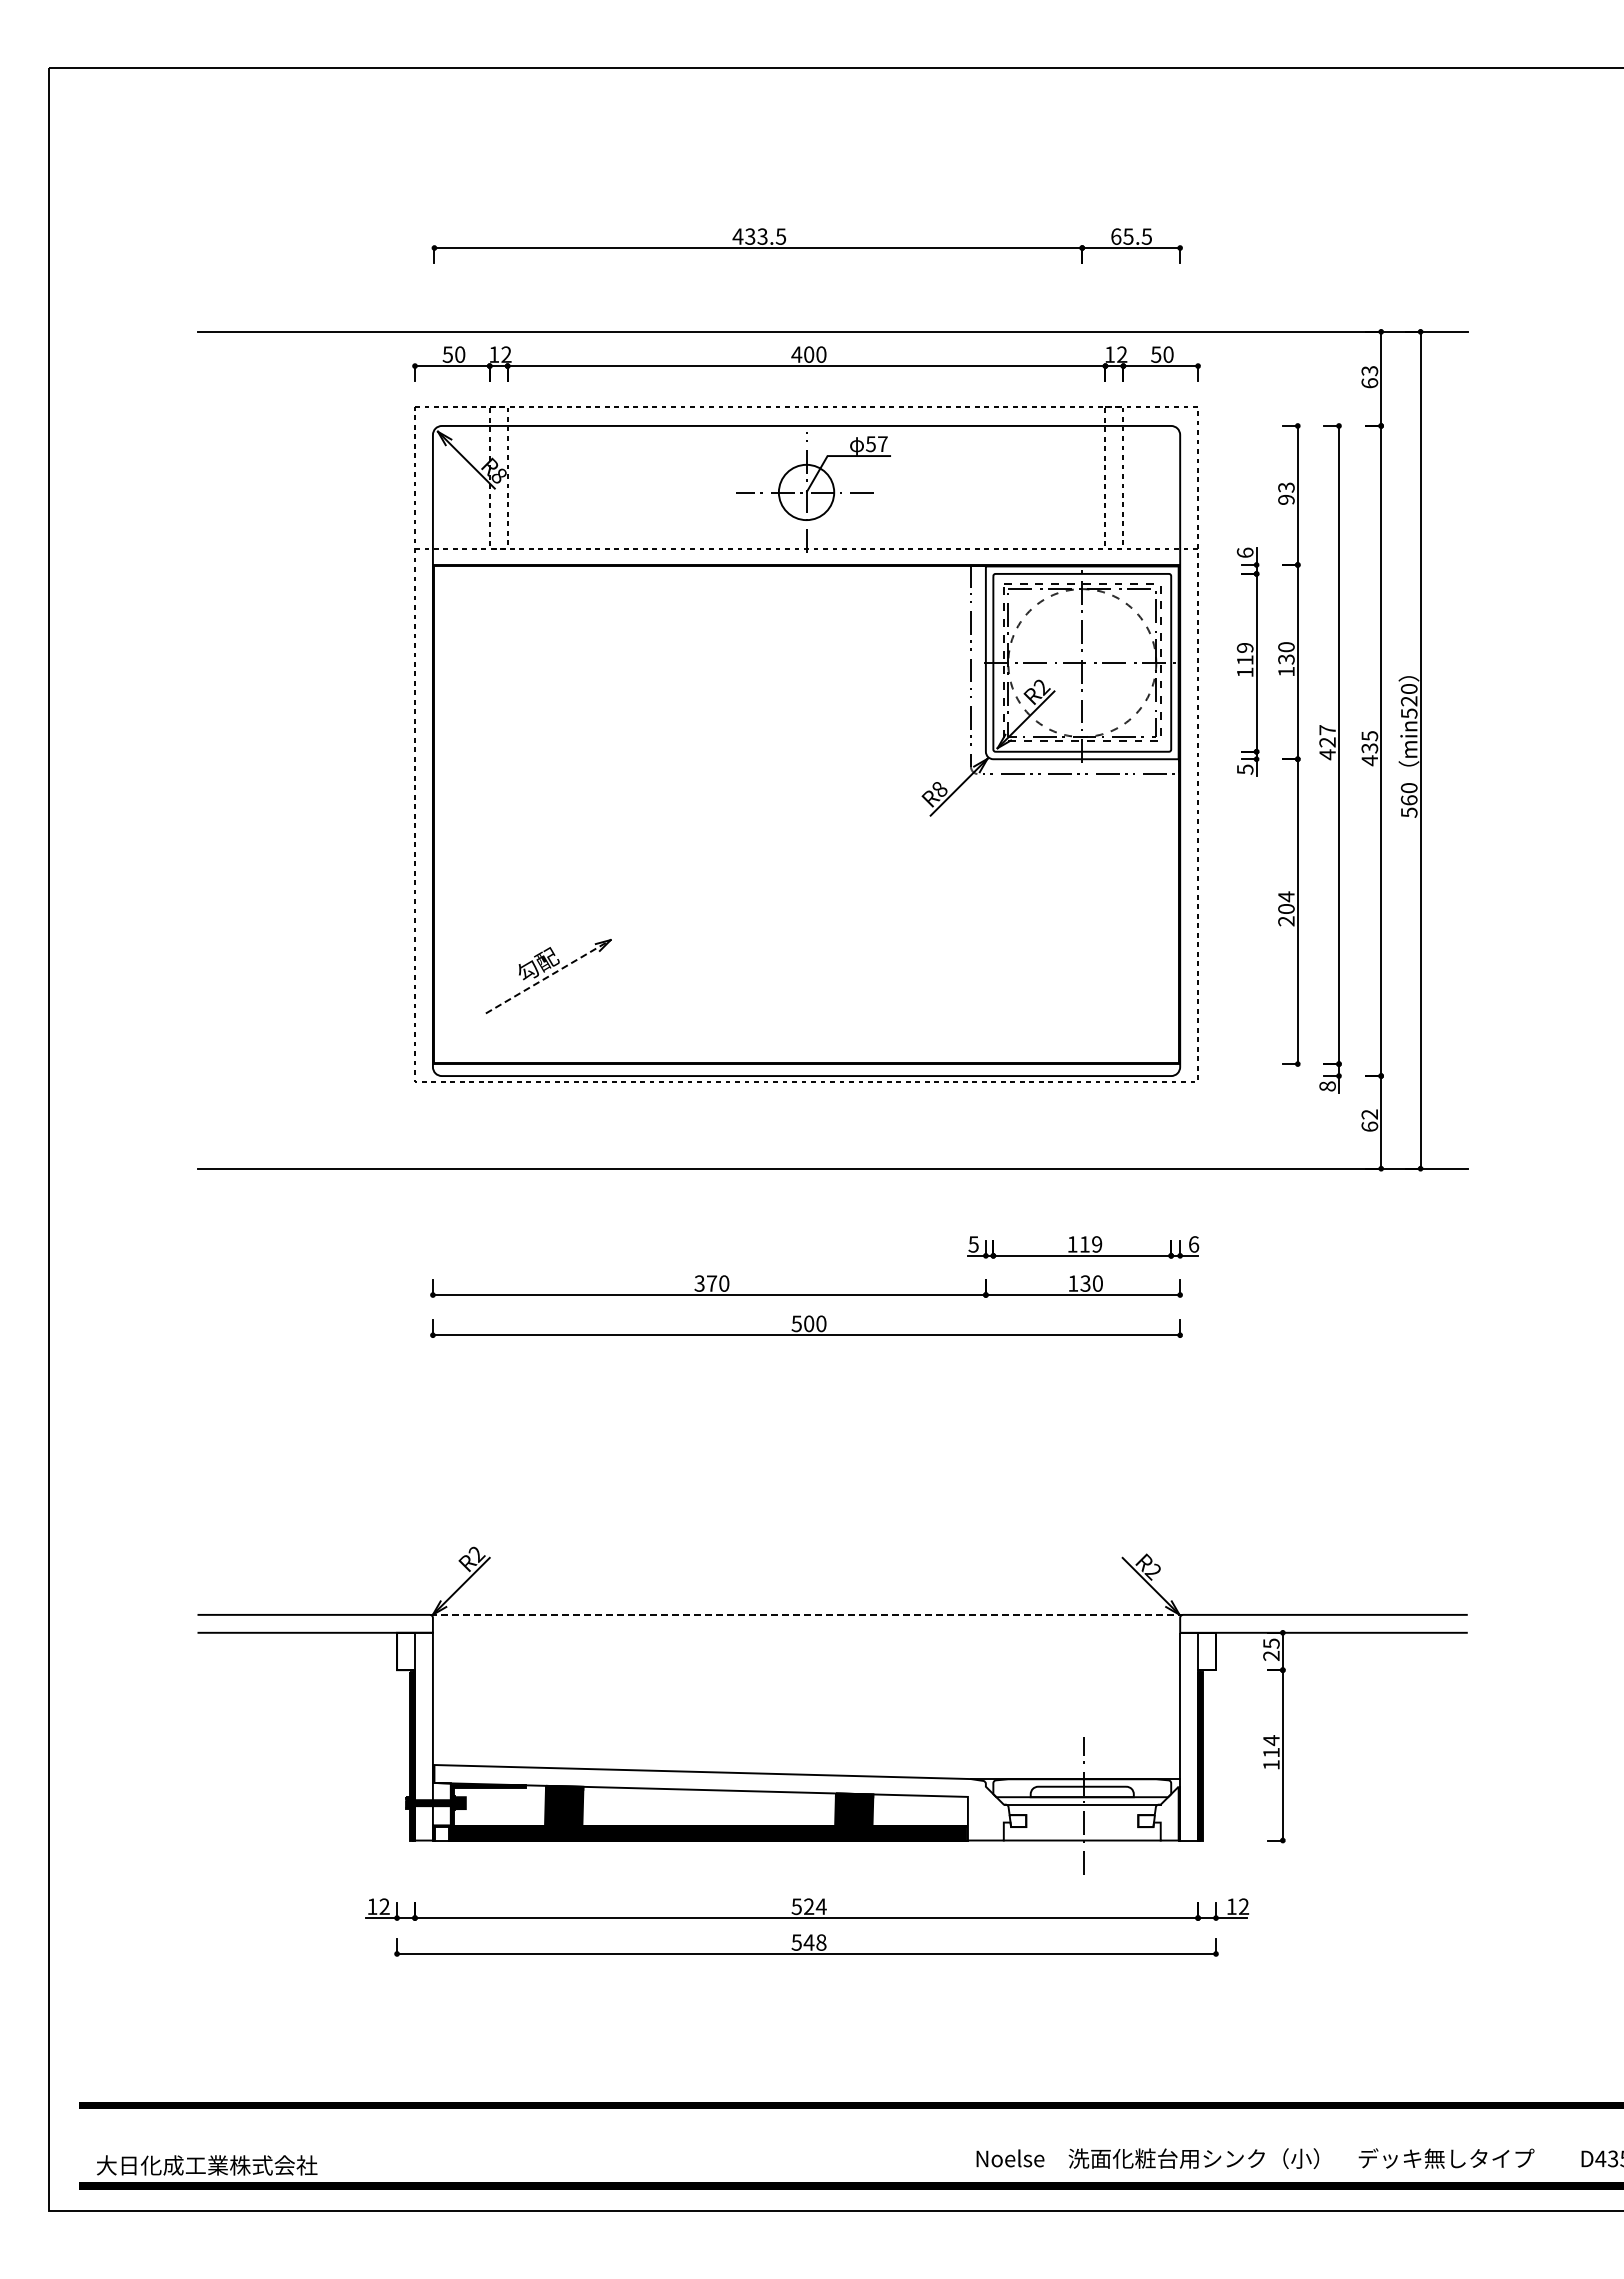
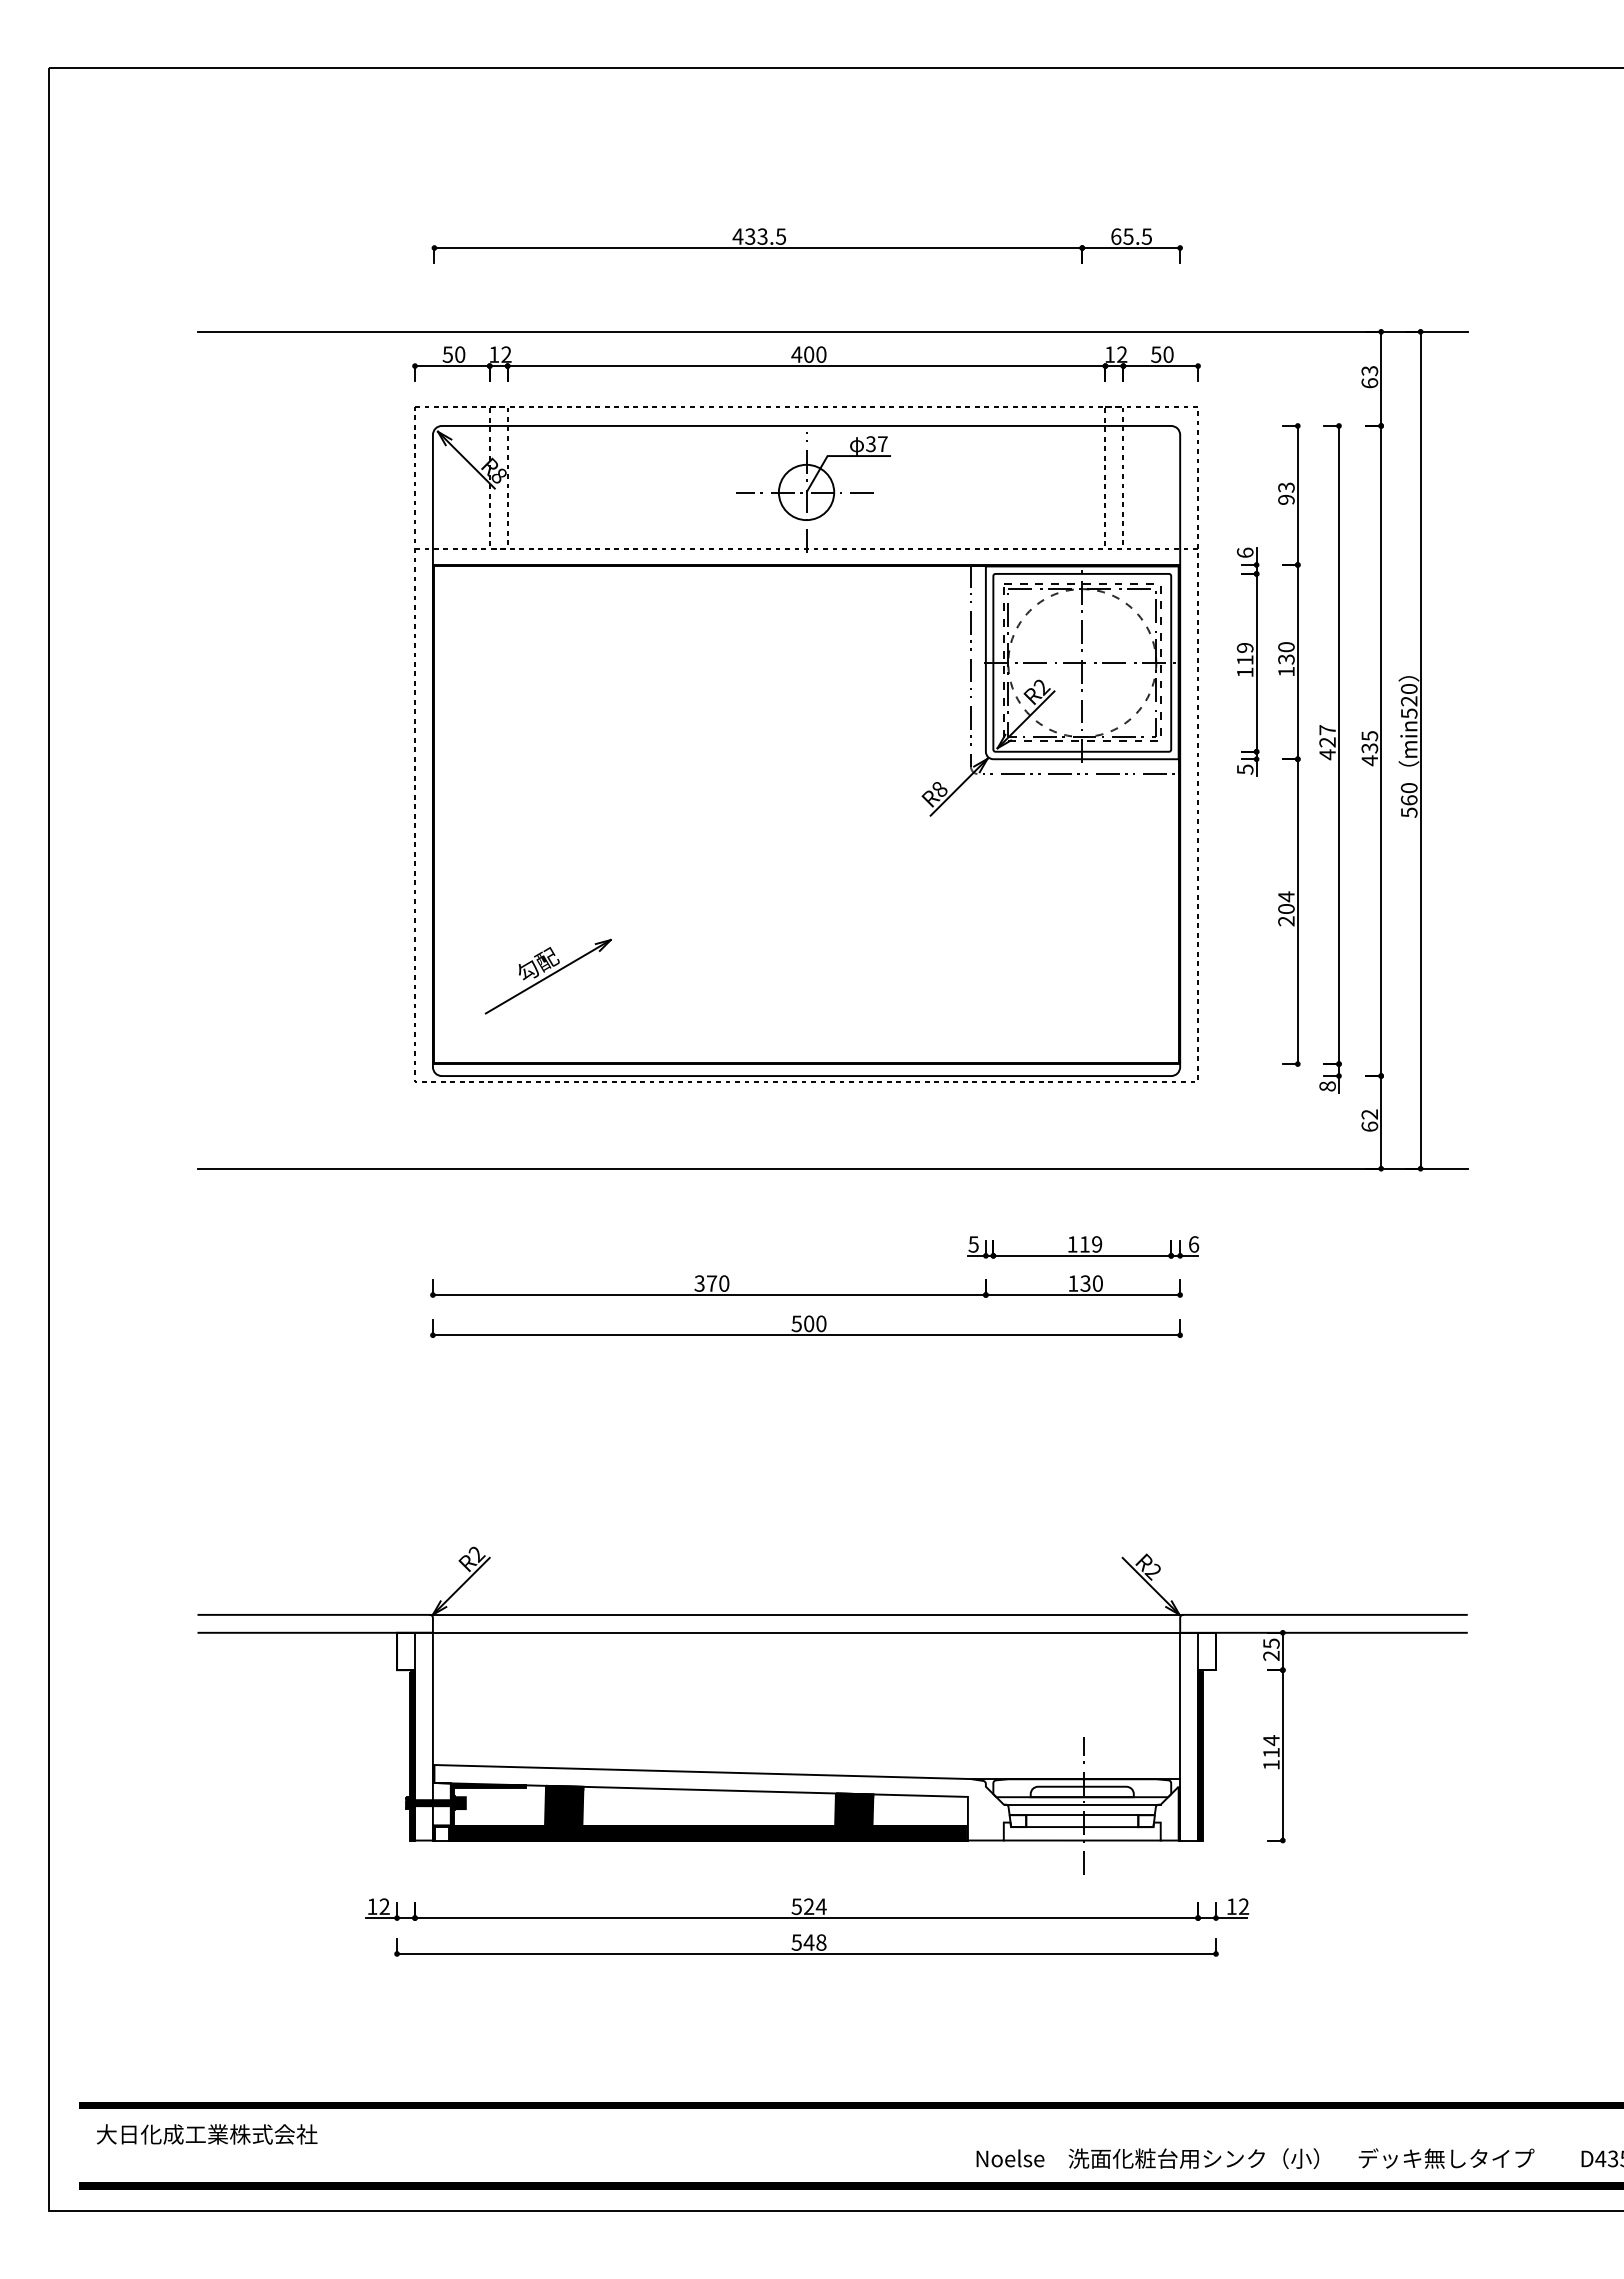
text at (870, 443): 57 -> 37
line at (548, 976): dashed -> solid
line at (806, 1614): dashed -> solid
line at (806, 1632): none -> present
line at (1082, 1815): none -> present
line at (1082, 1827): none -> present
text at (207, 2165) position: (207, 2165) -> (207, 2134)
